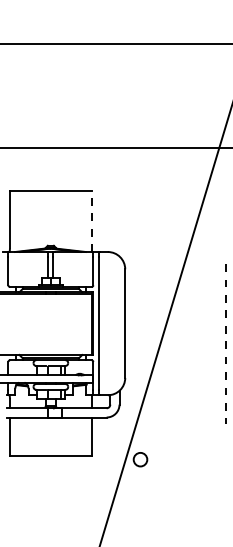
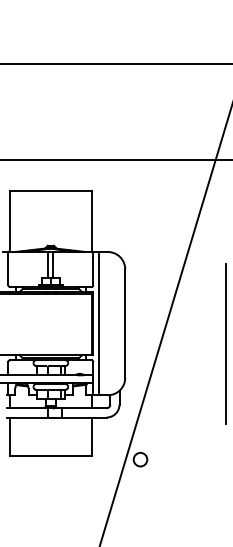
line at (115, 44) position: (115, 44) -> (115, 64)
line at (115, 147) position: (115, 147) -> (115, 159)
line at (92, 221): dashed -> solid
line at (225, 344): dashed -> solid
